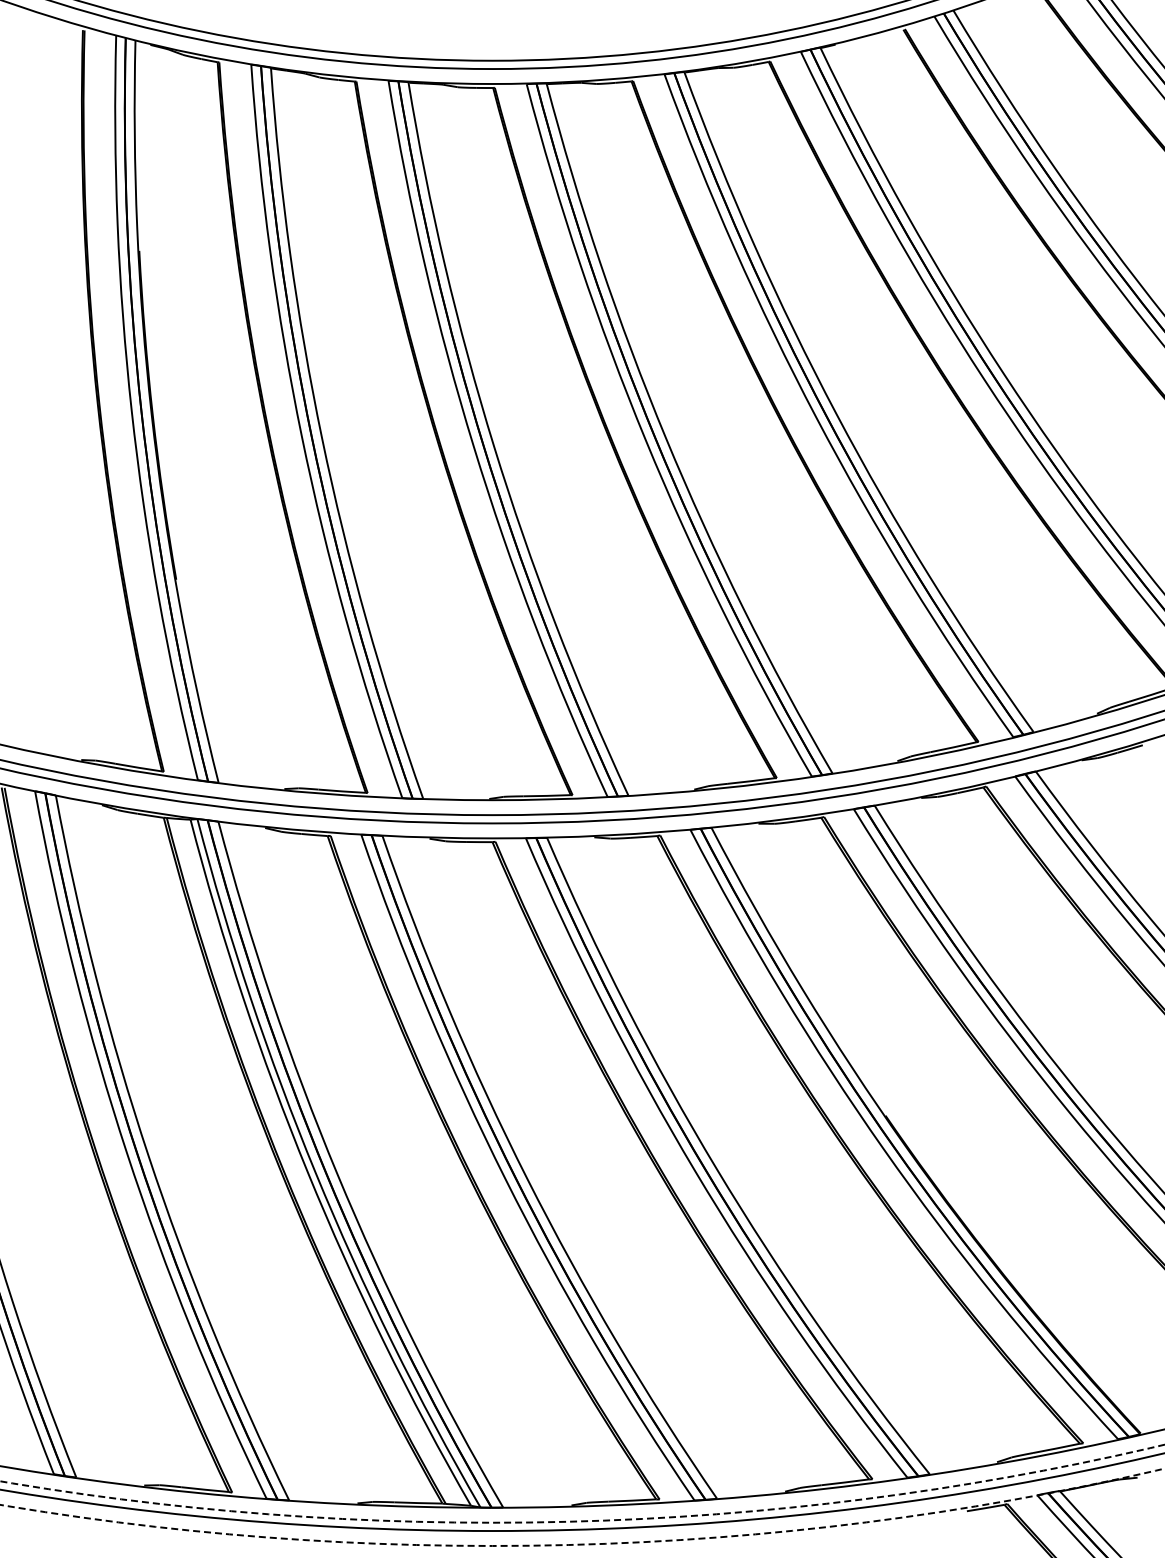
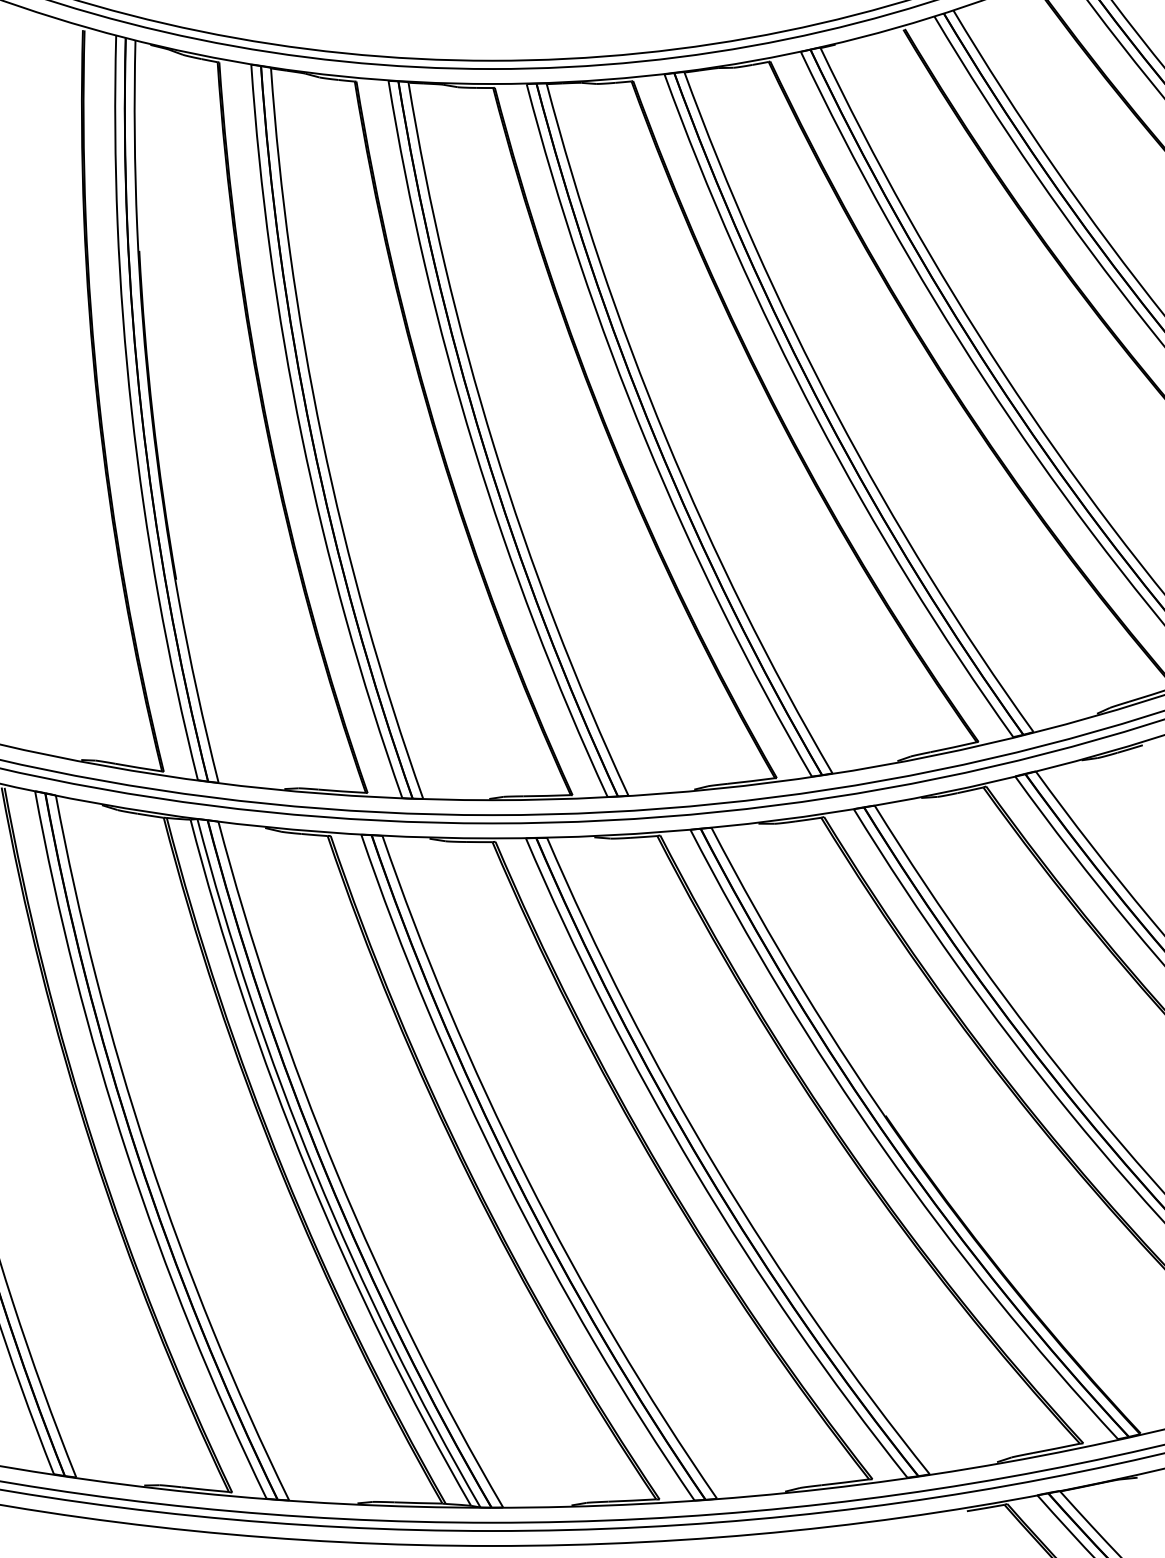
circle at (582, 1483): dashed -> solid
circle at (582, 1506): dashed -> solid
